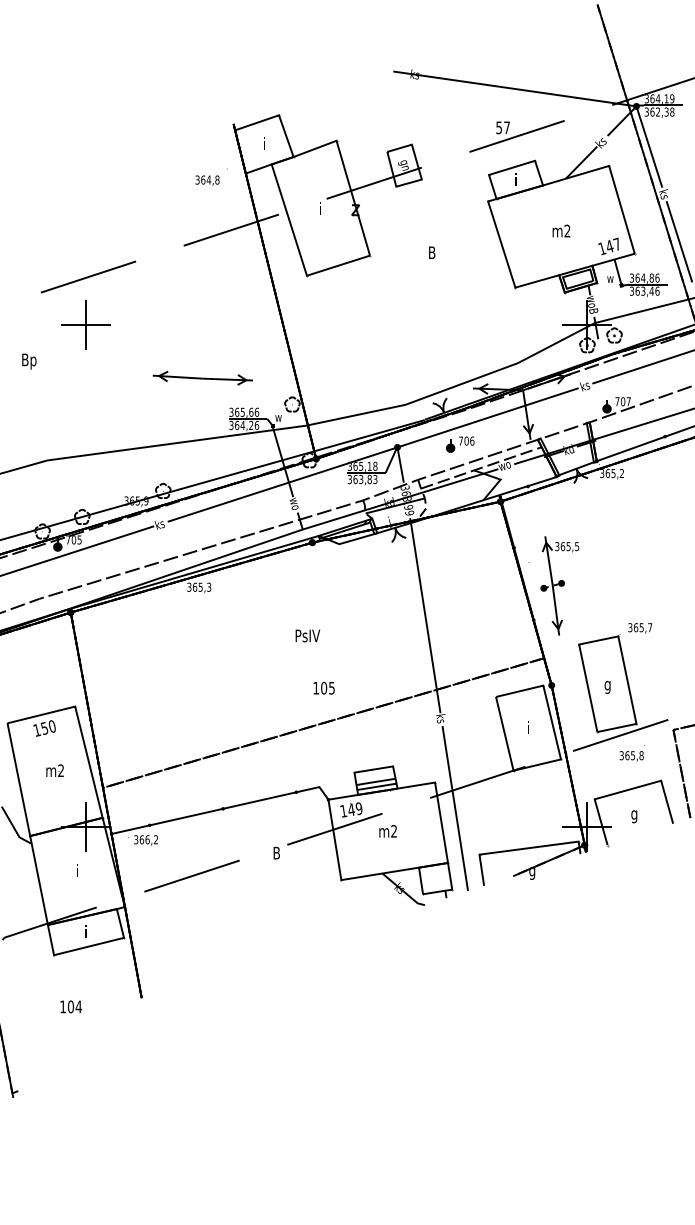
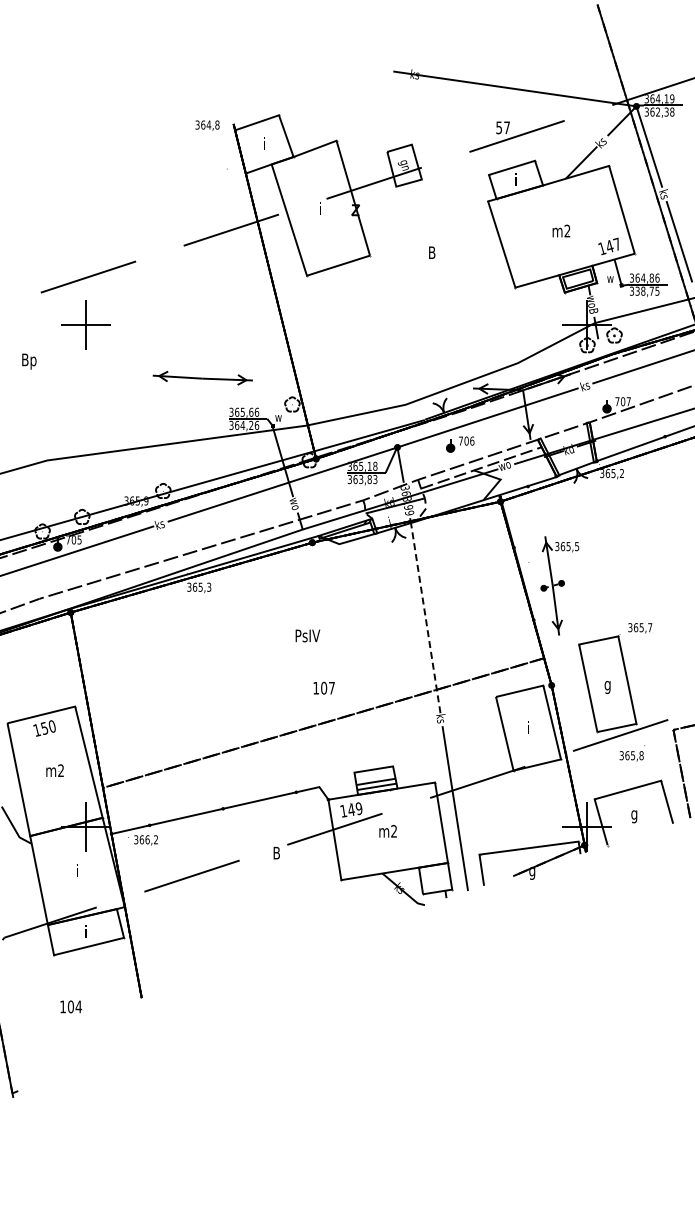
text at (207, 180) position: (207, 180) -> (207, 125)
text at (647, 290): 363,46 -> 338,75
line at (425, 617): solid -> dashed
text at (331, 688): 105 -> 107
